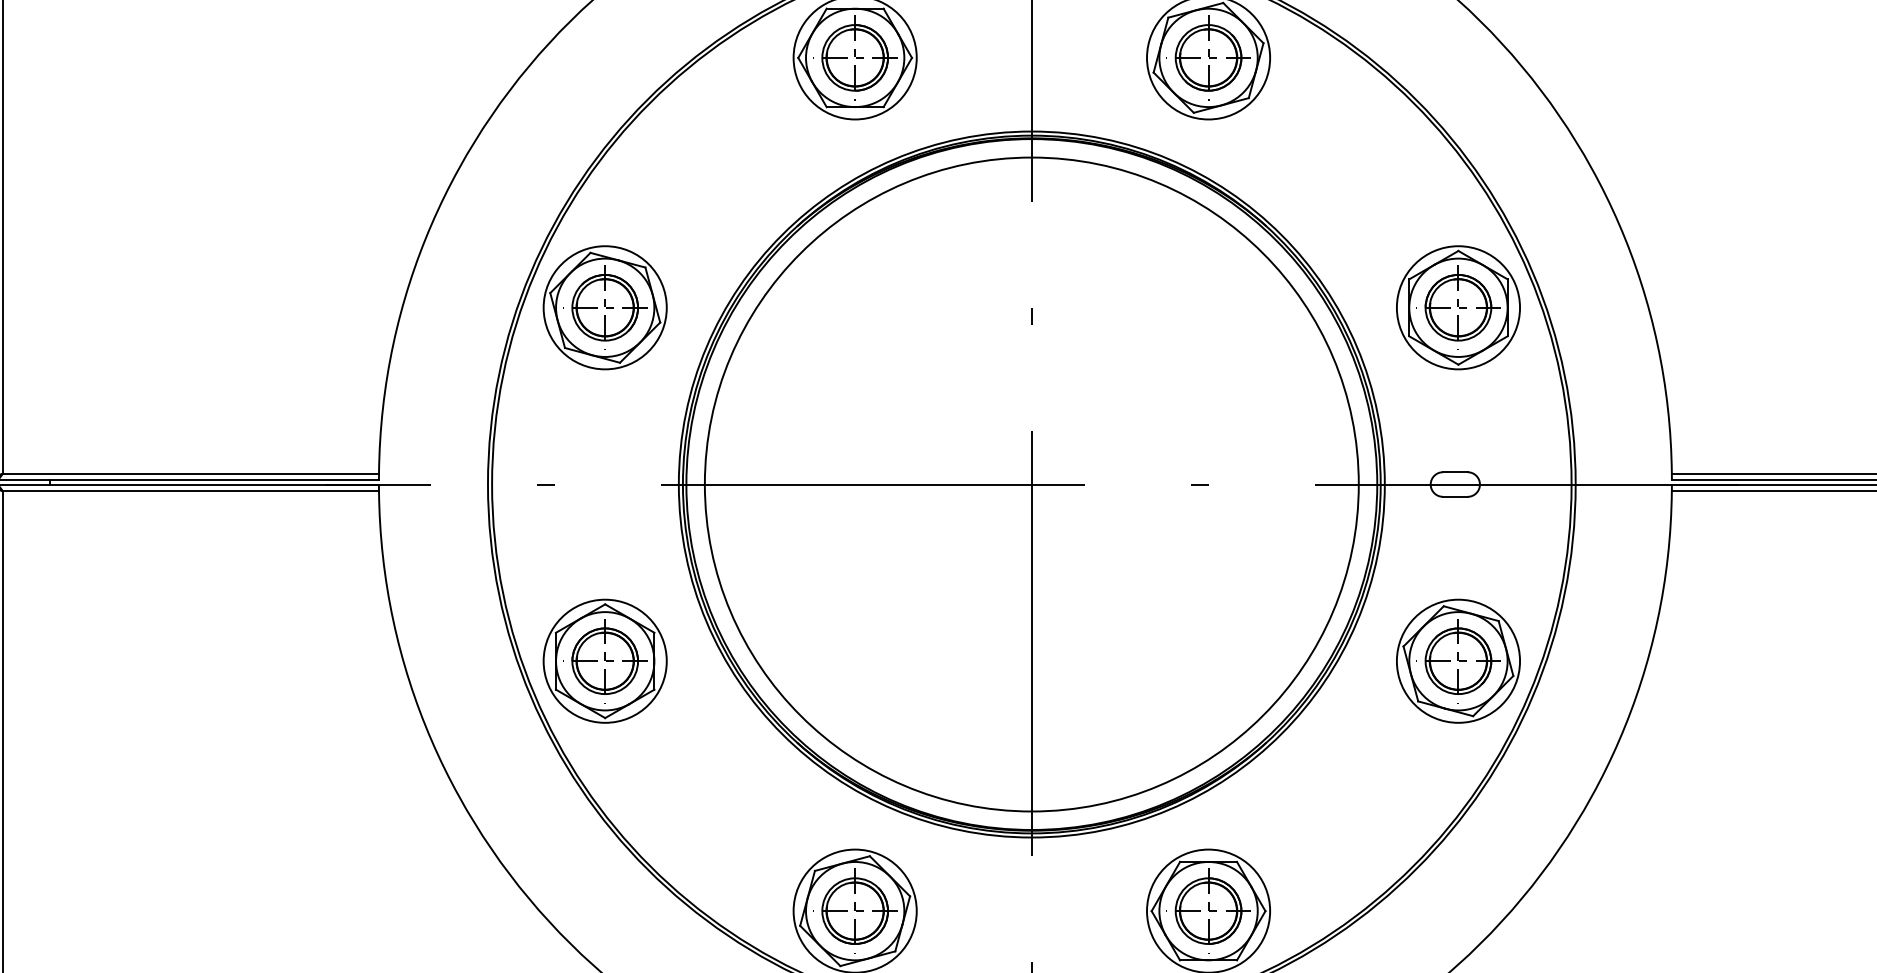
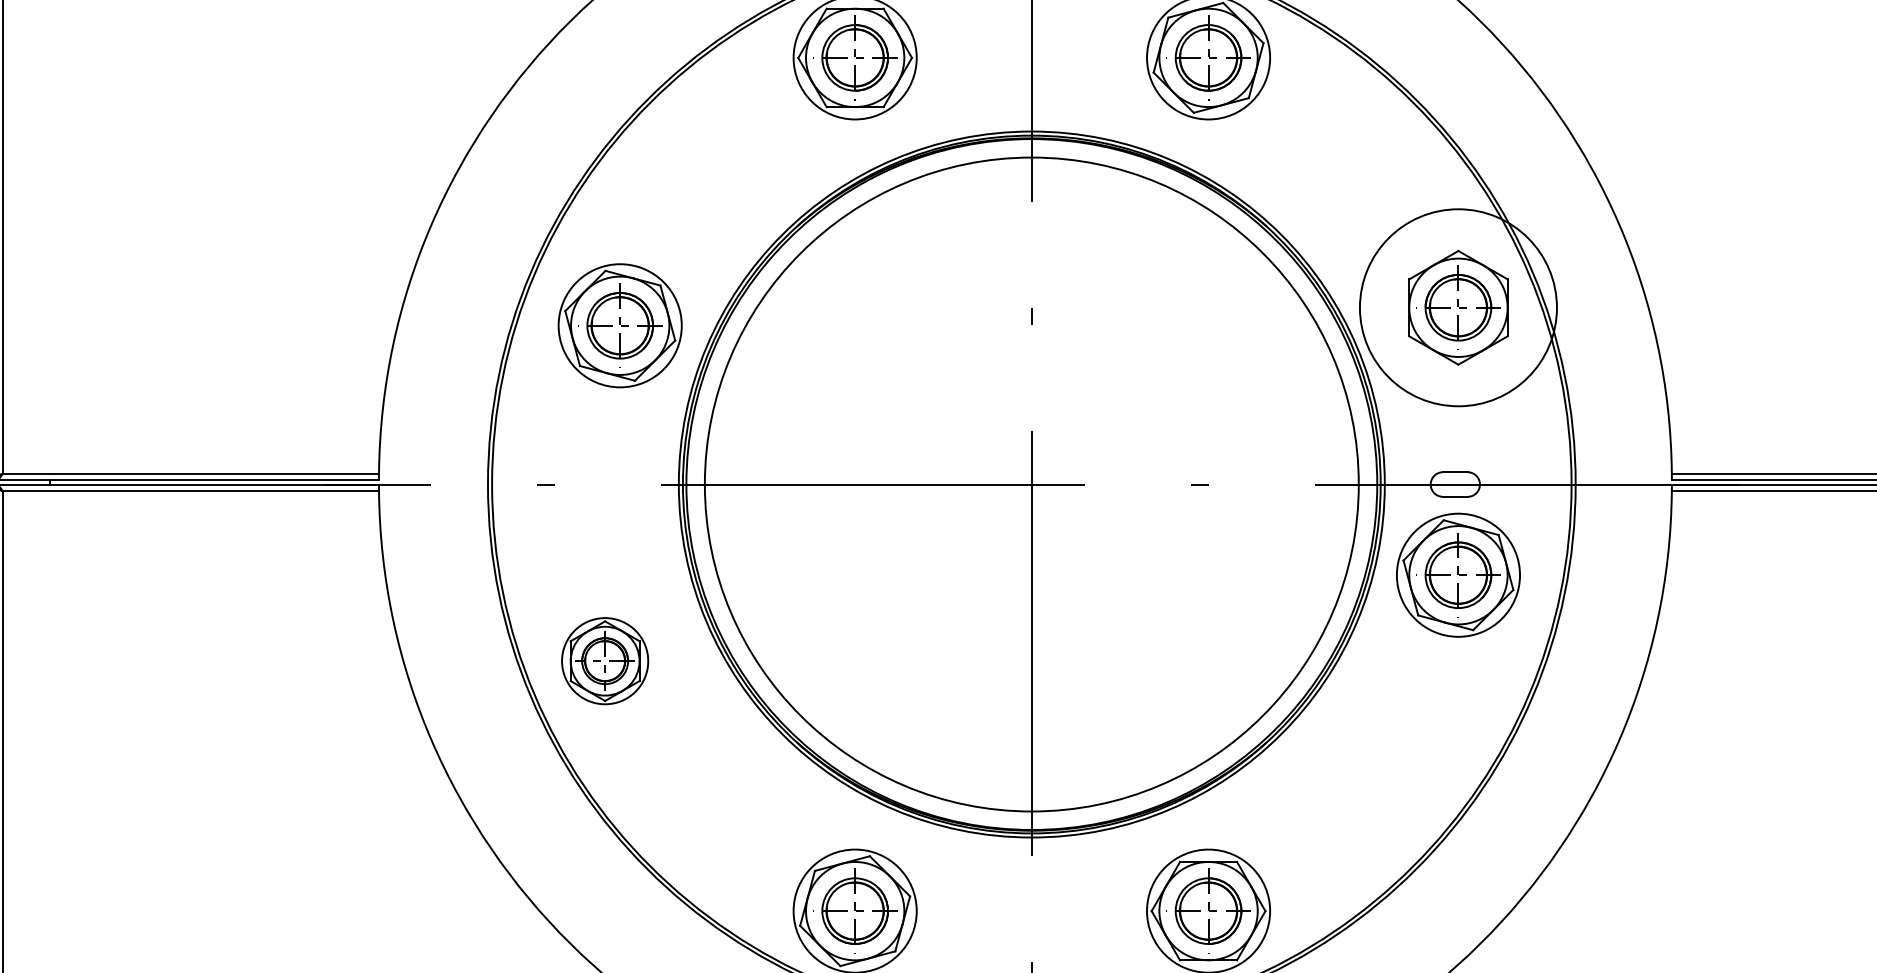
part at (604, 307) position: (604, 307) -> (619, 325)
circle at (1458, 307) diameter: 123 px -> 197 px
part at (604, 660) size: 126x126 px -> 89x89 px
part at (1458, 660) position: (1458, 660) -> (1458, 574)
